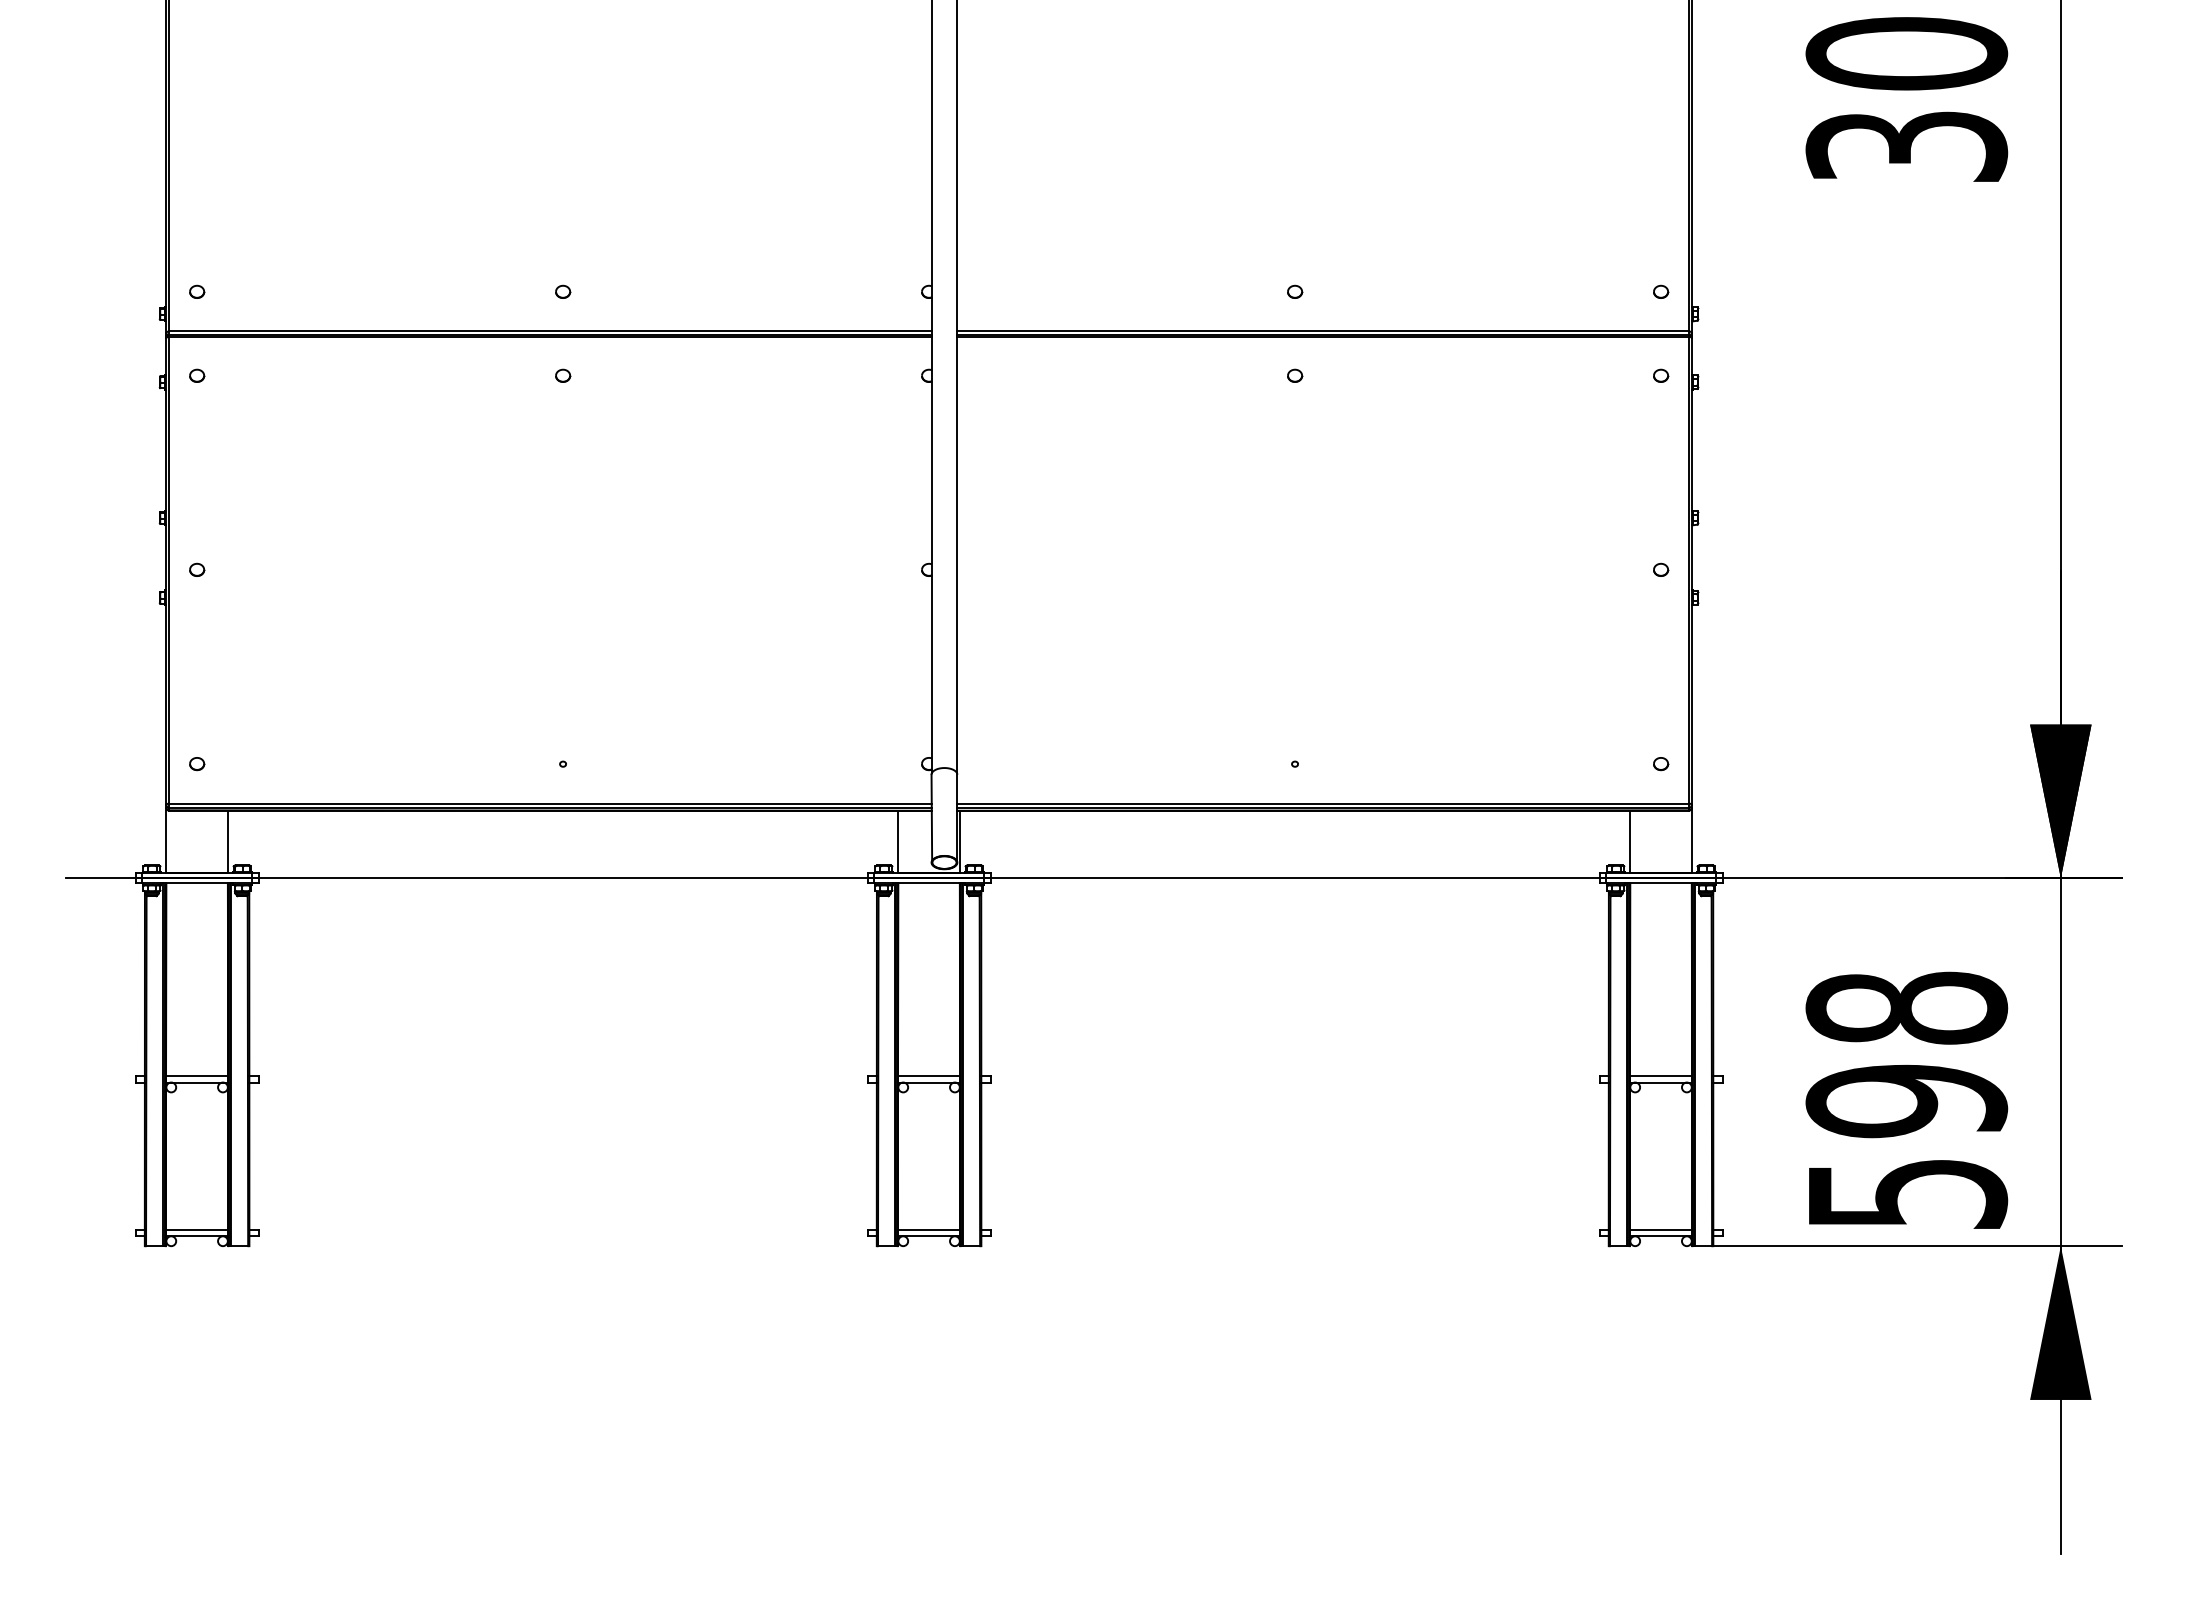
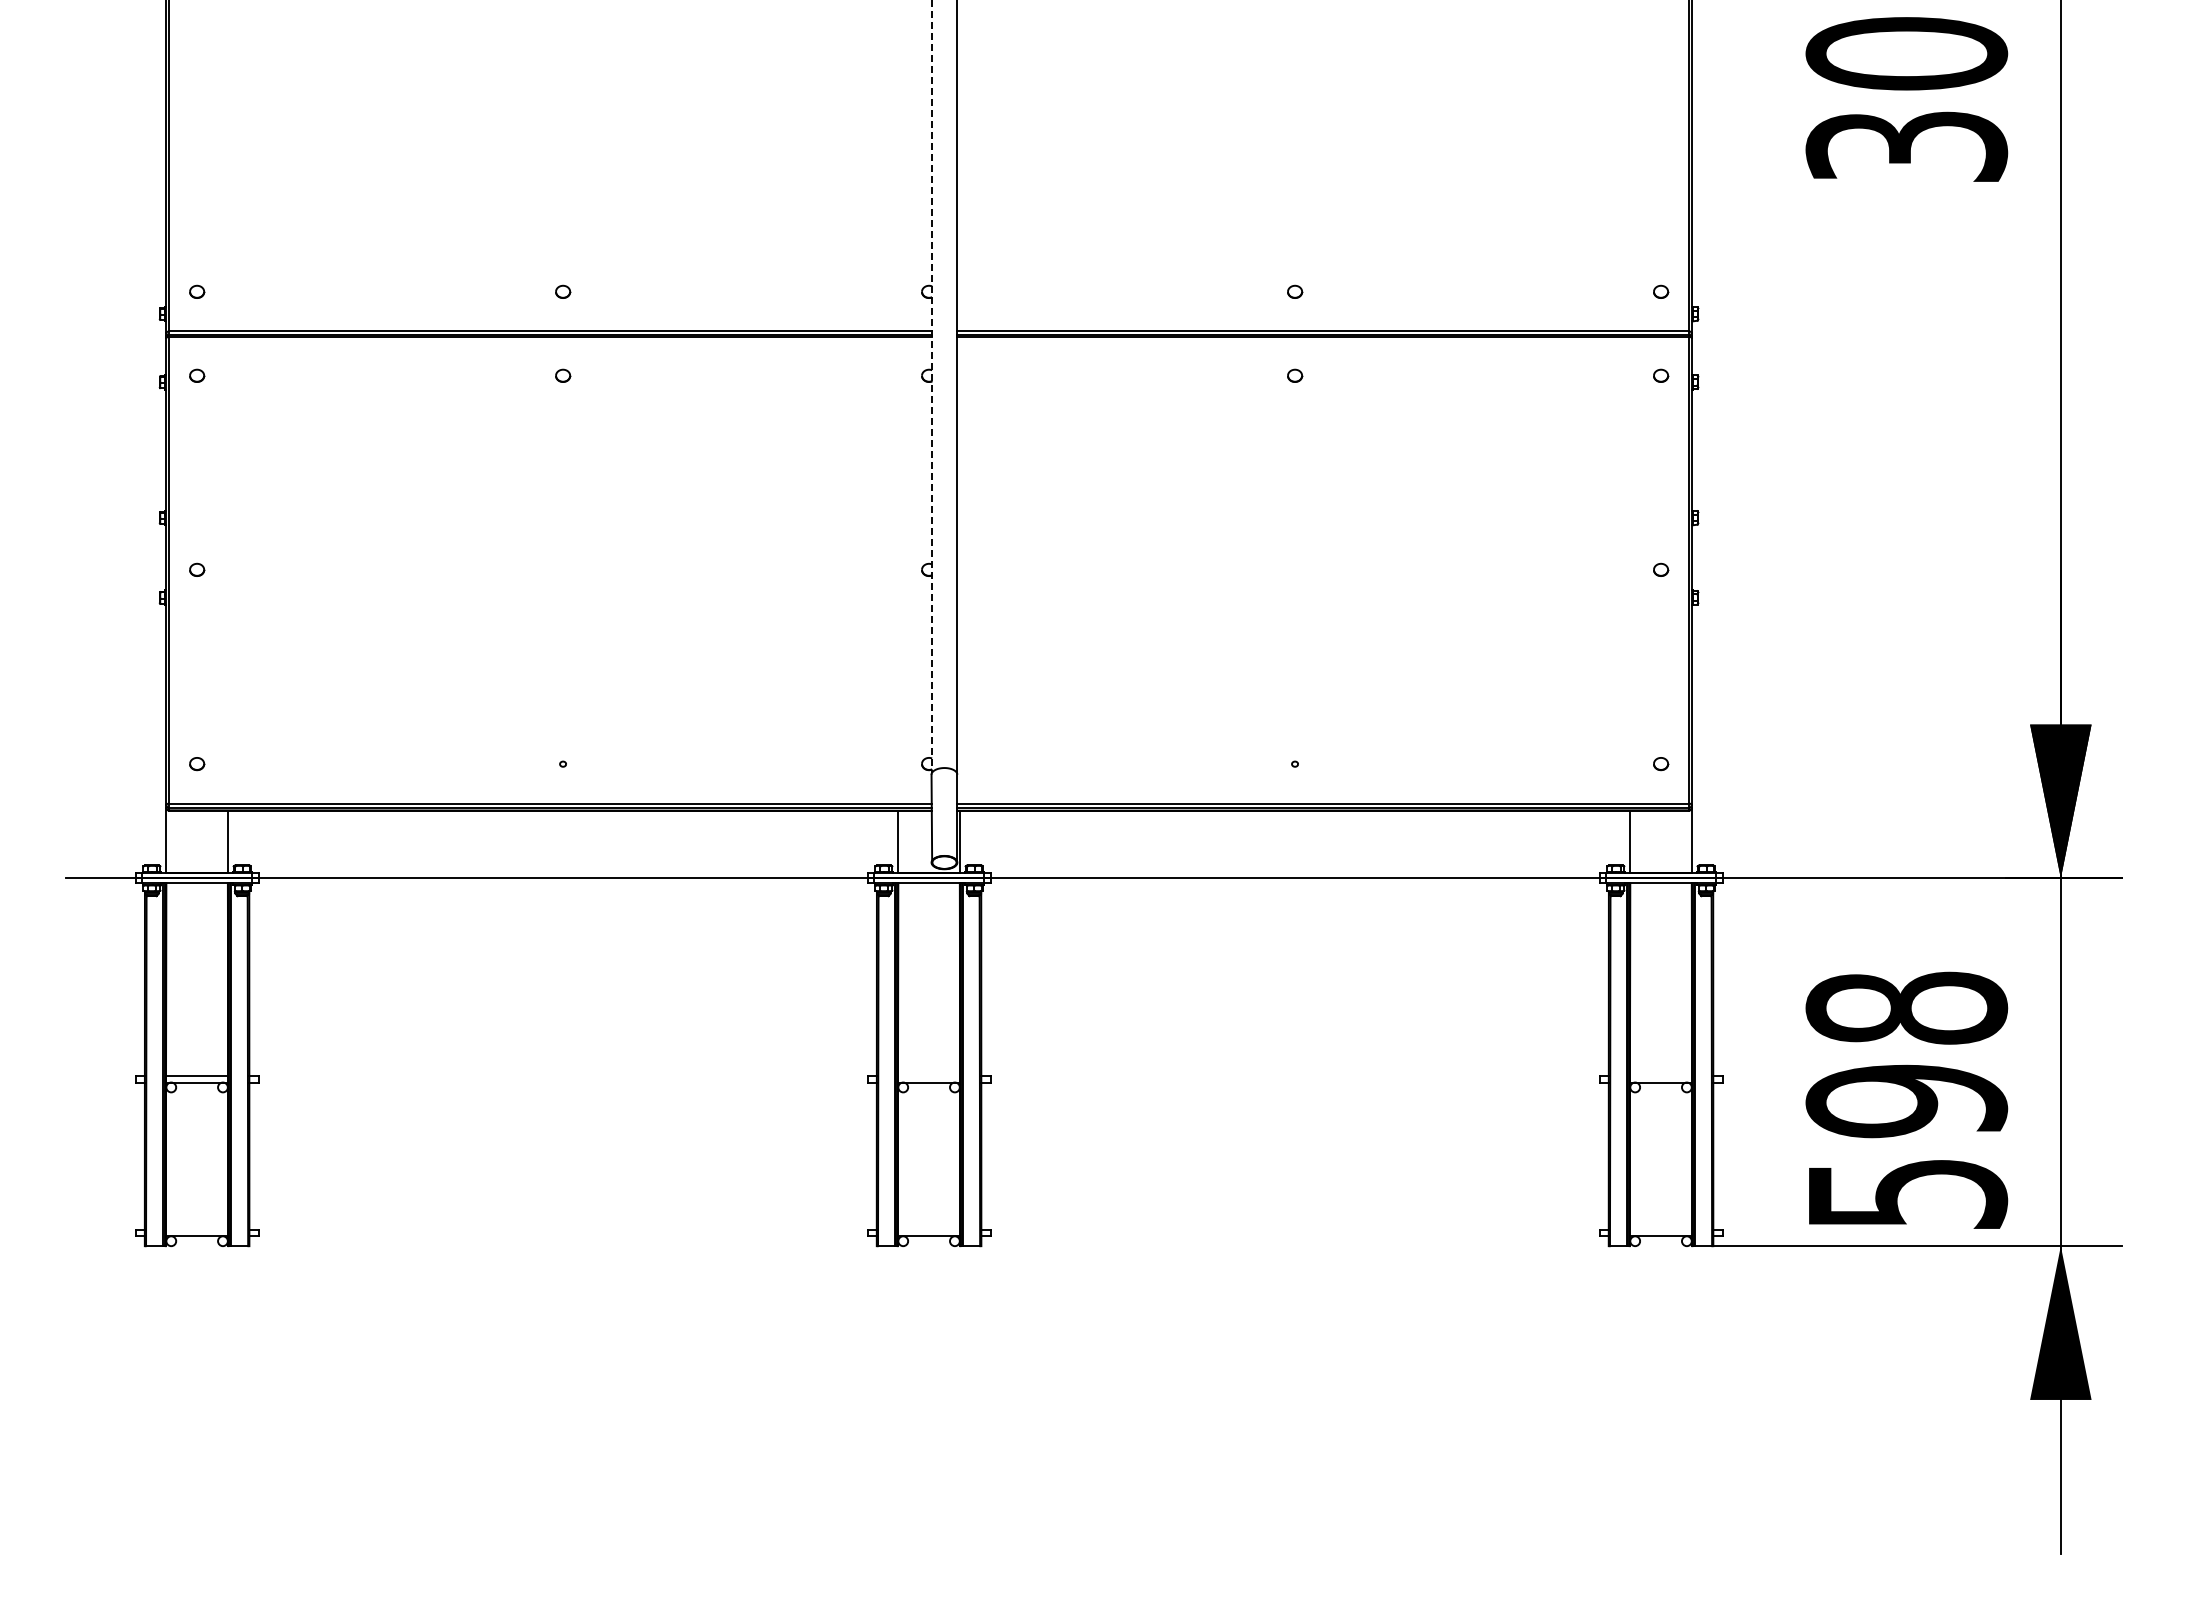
line at (932, 386): solid -> dashed
line at (928, 1076): present -> none
line at (1660, 1076): present -> none
line at (196, 1230): present -> none
line at (928, 1230): present -> none
line at (1660, 1230): present -> none
